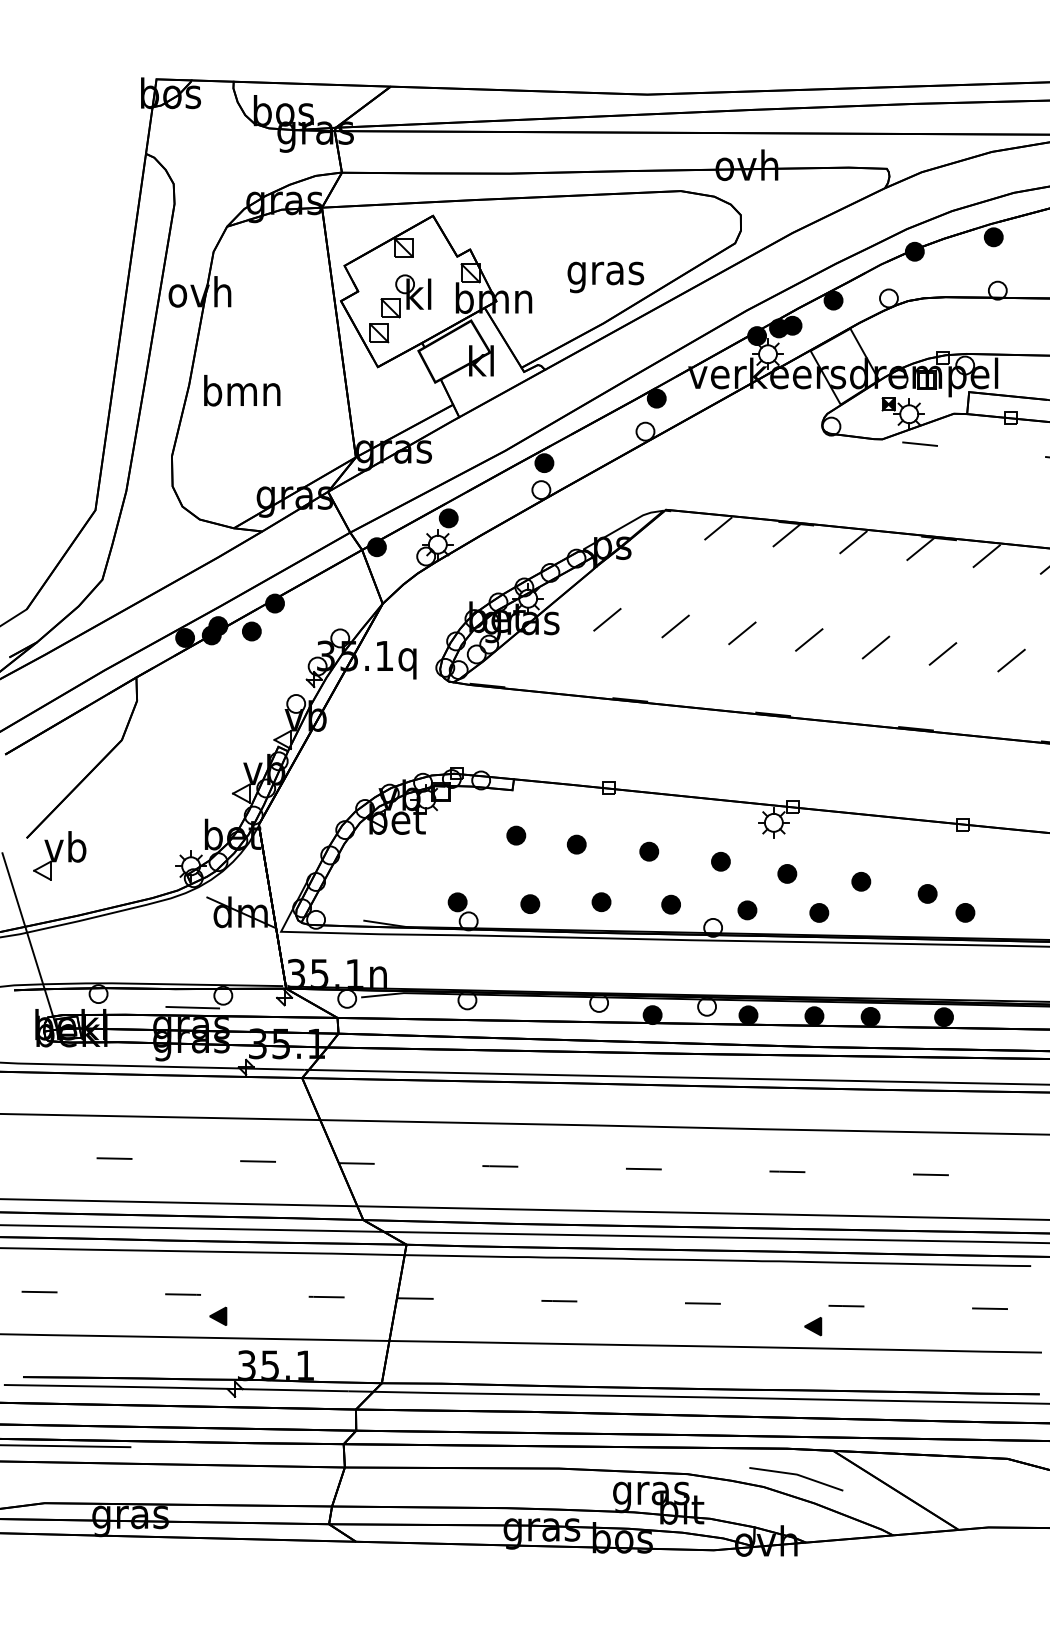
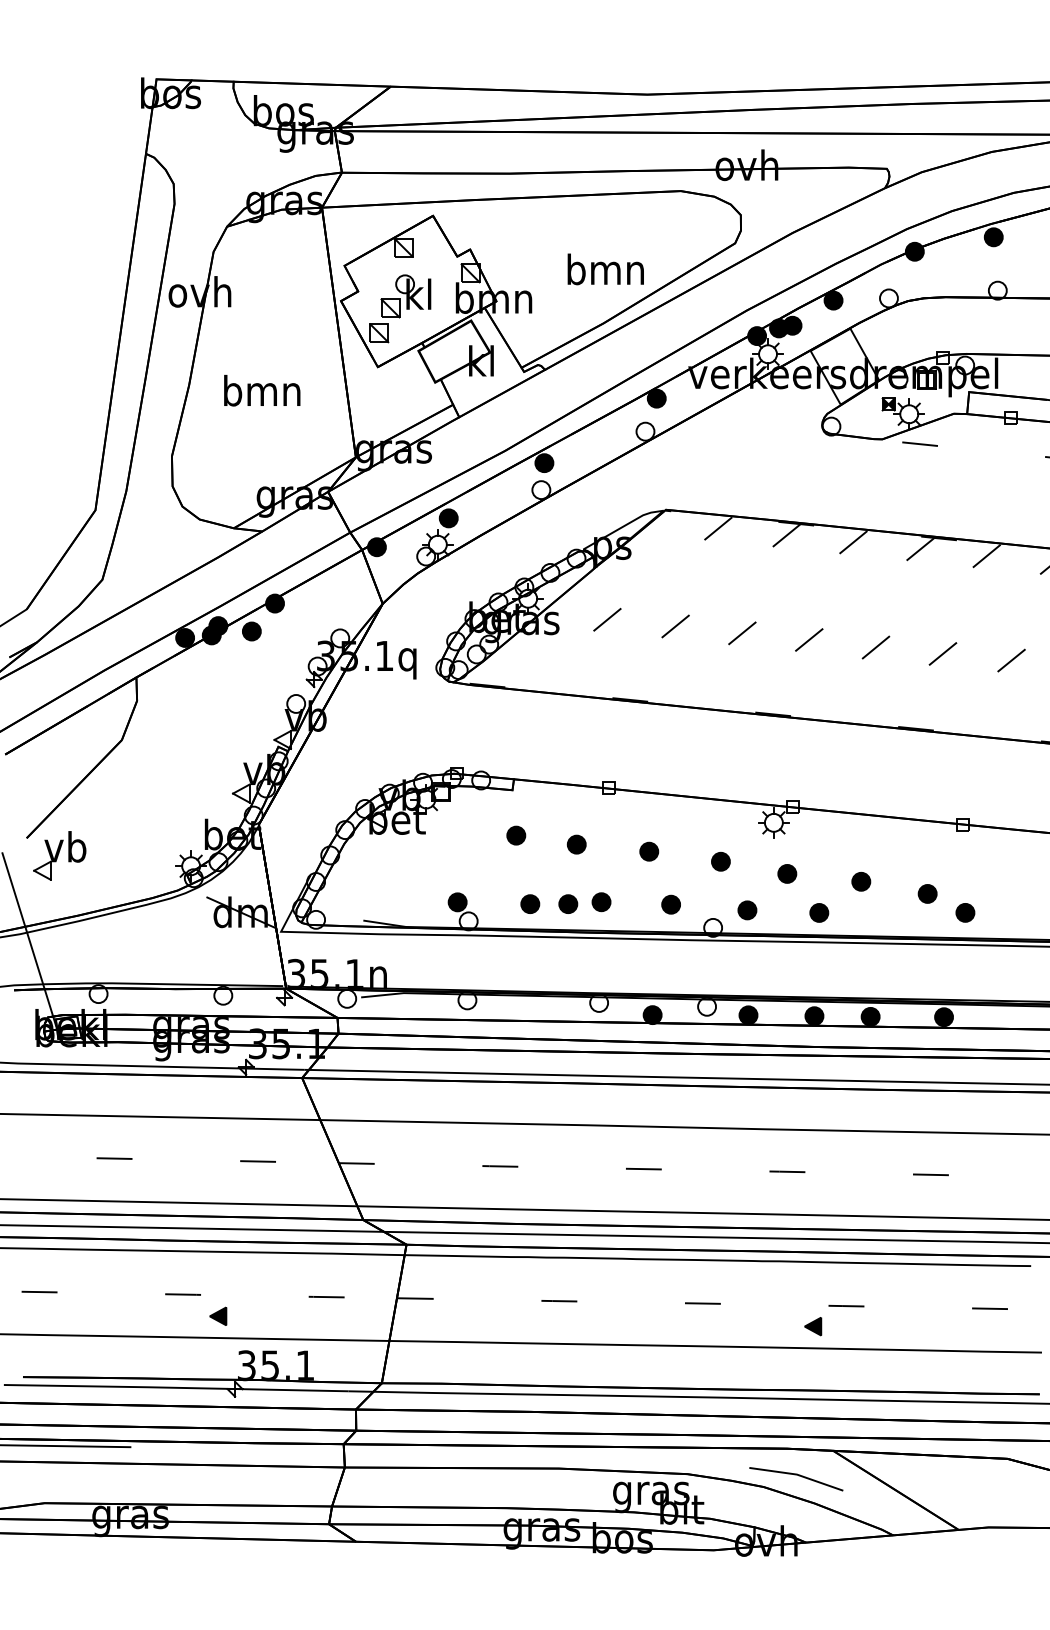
text at (605, 273): gras -> bmn
text at (242, 390) position: (242, 390) -> (262, 390)
part at (568, 903): none -> present
line at (192, 1007): present -> none
